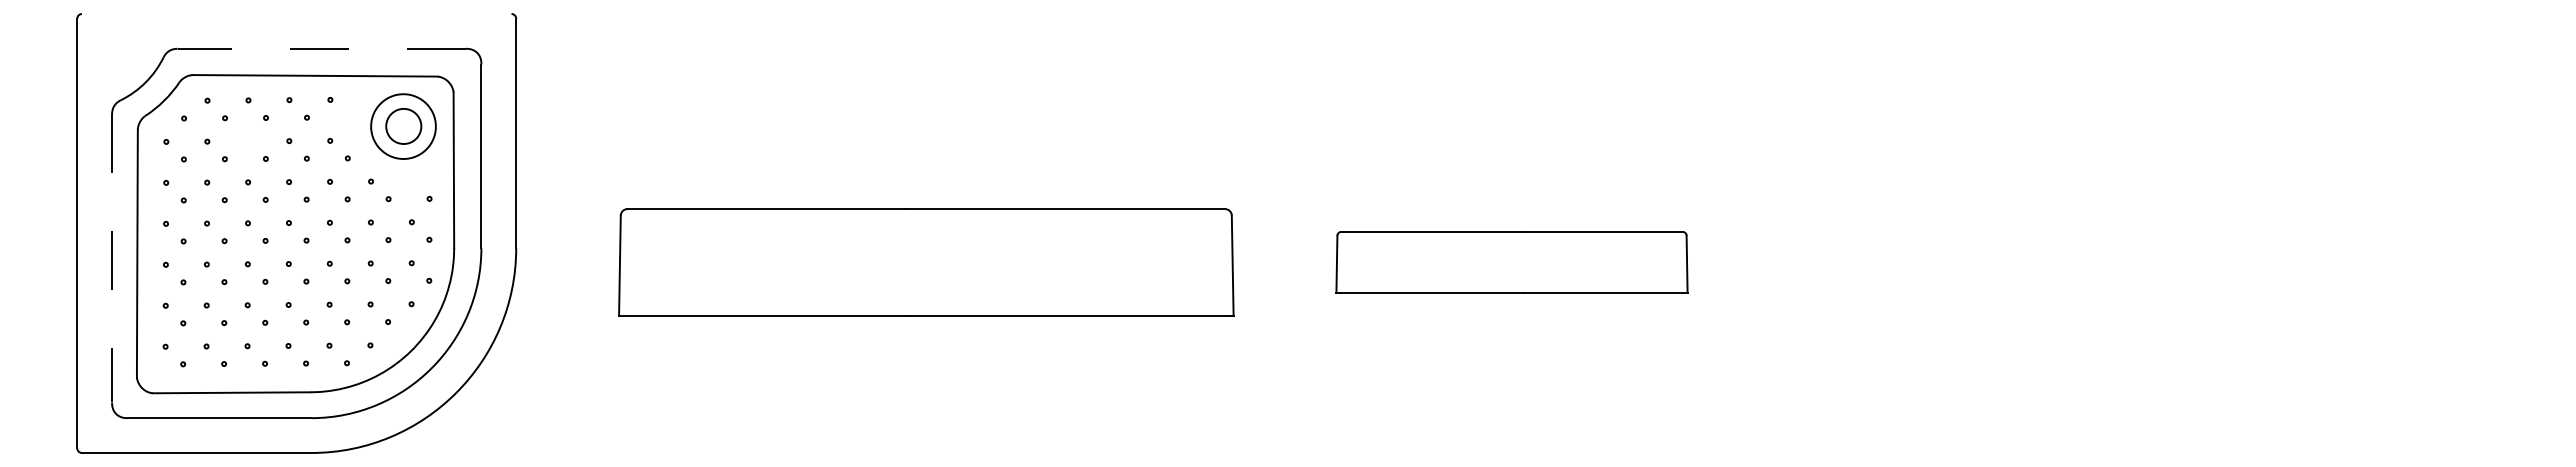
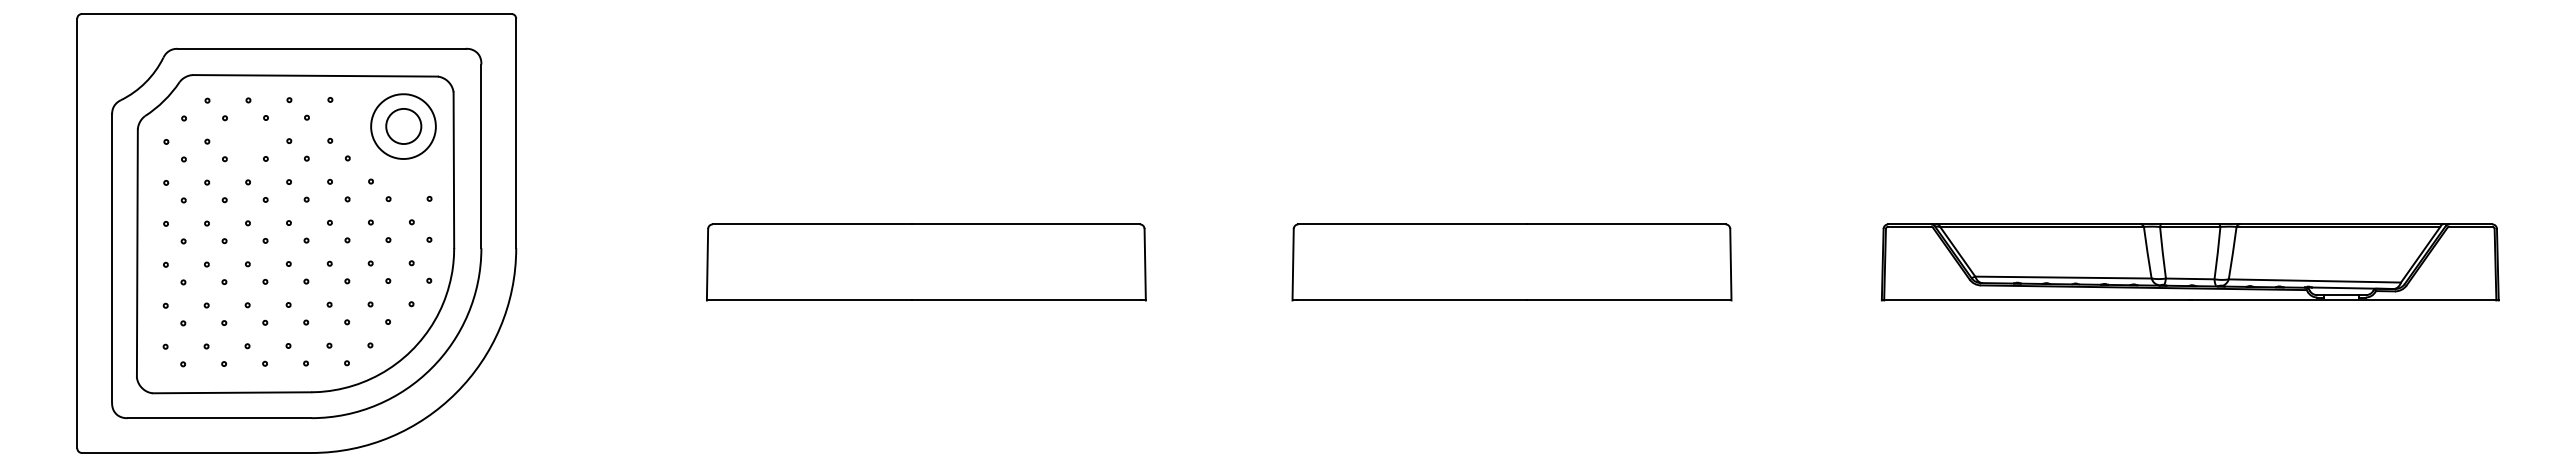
line at (296, 14): none -> present
line at (321, 48): dashed -> solid
line at (112, 258): dashed -> solid
part at (926, 262) size: 617x109 px -> 441x79 px
part at (1511, 262) size: 354x63 px -> 442x79 px
part at (2190, 262): none -> present
